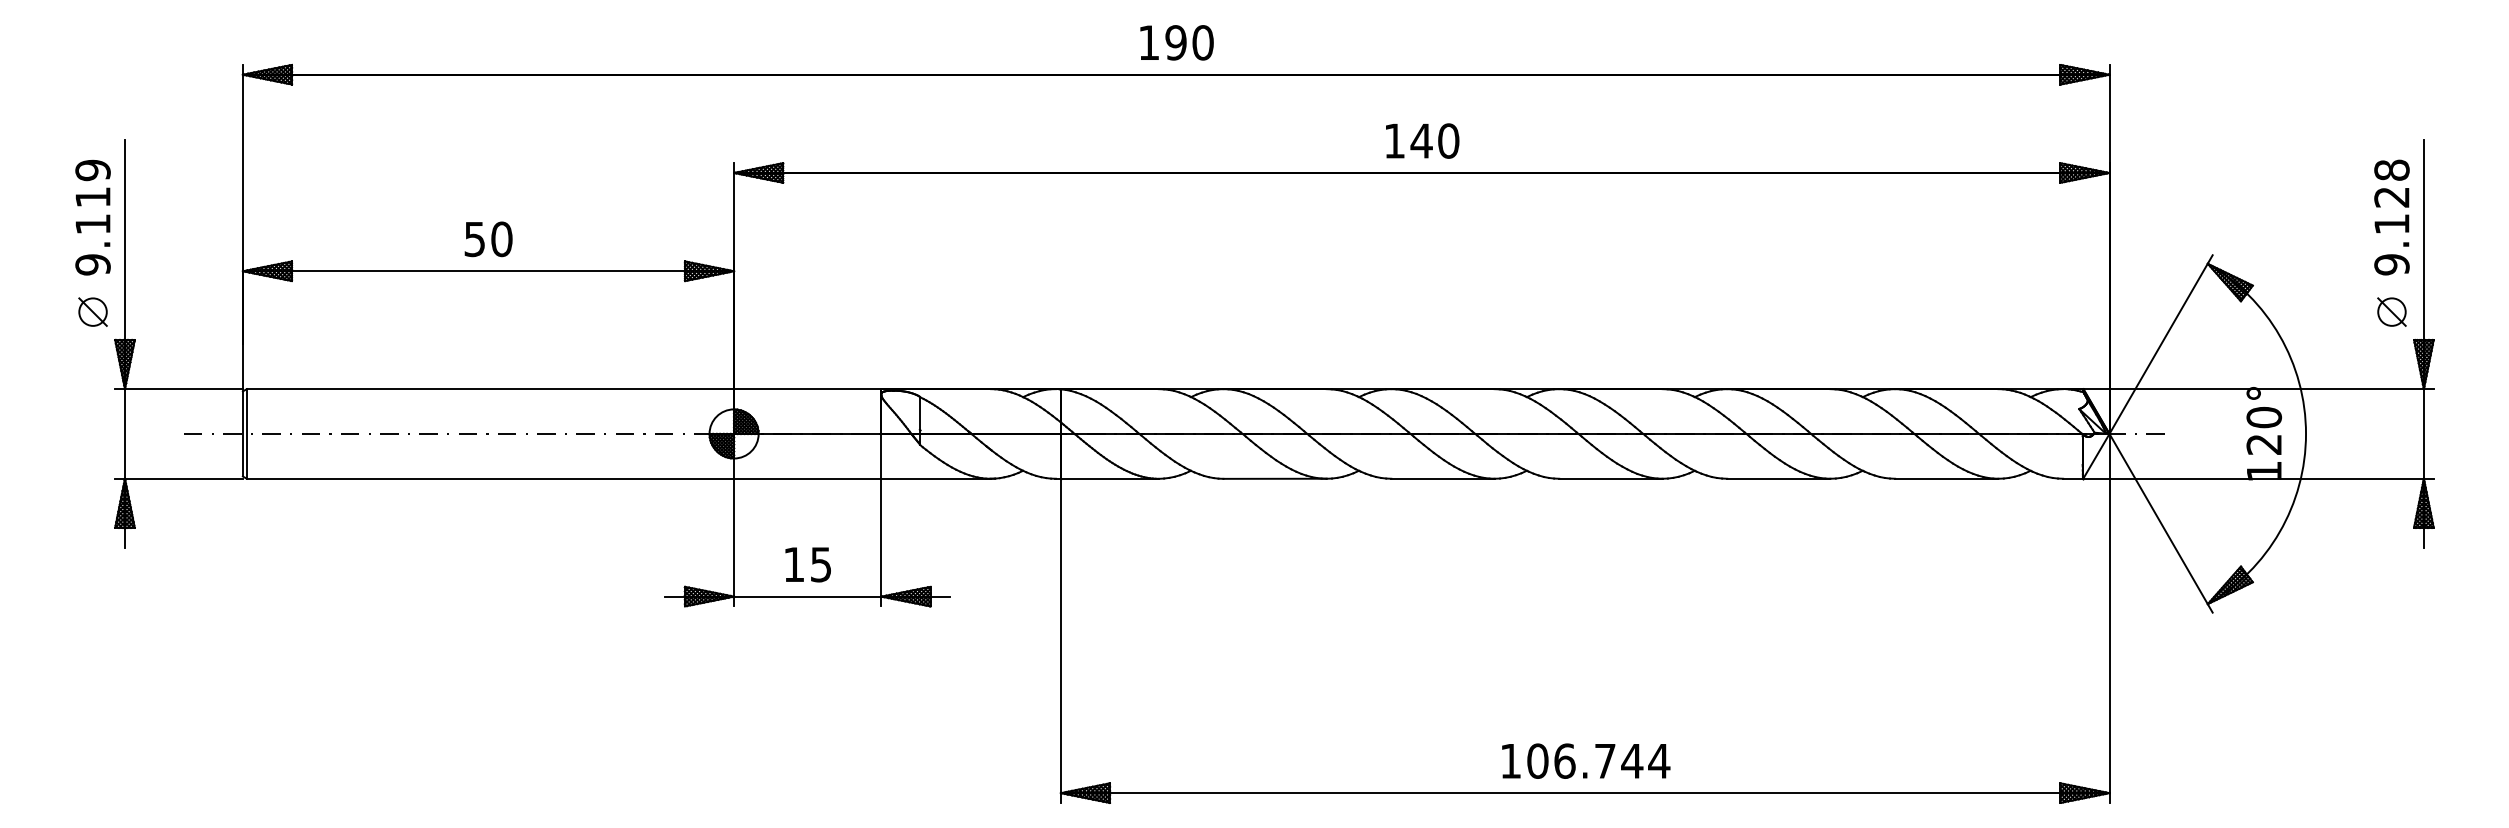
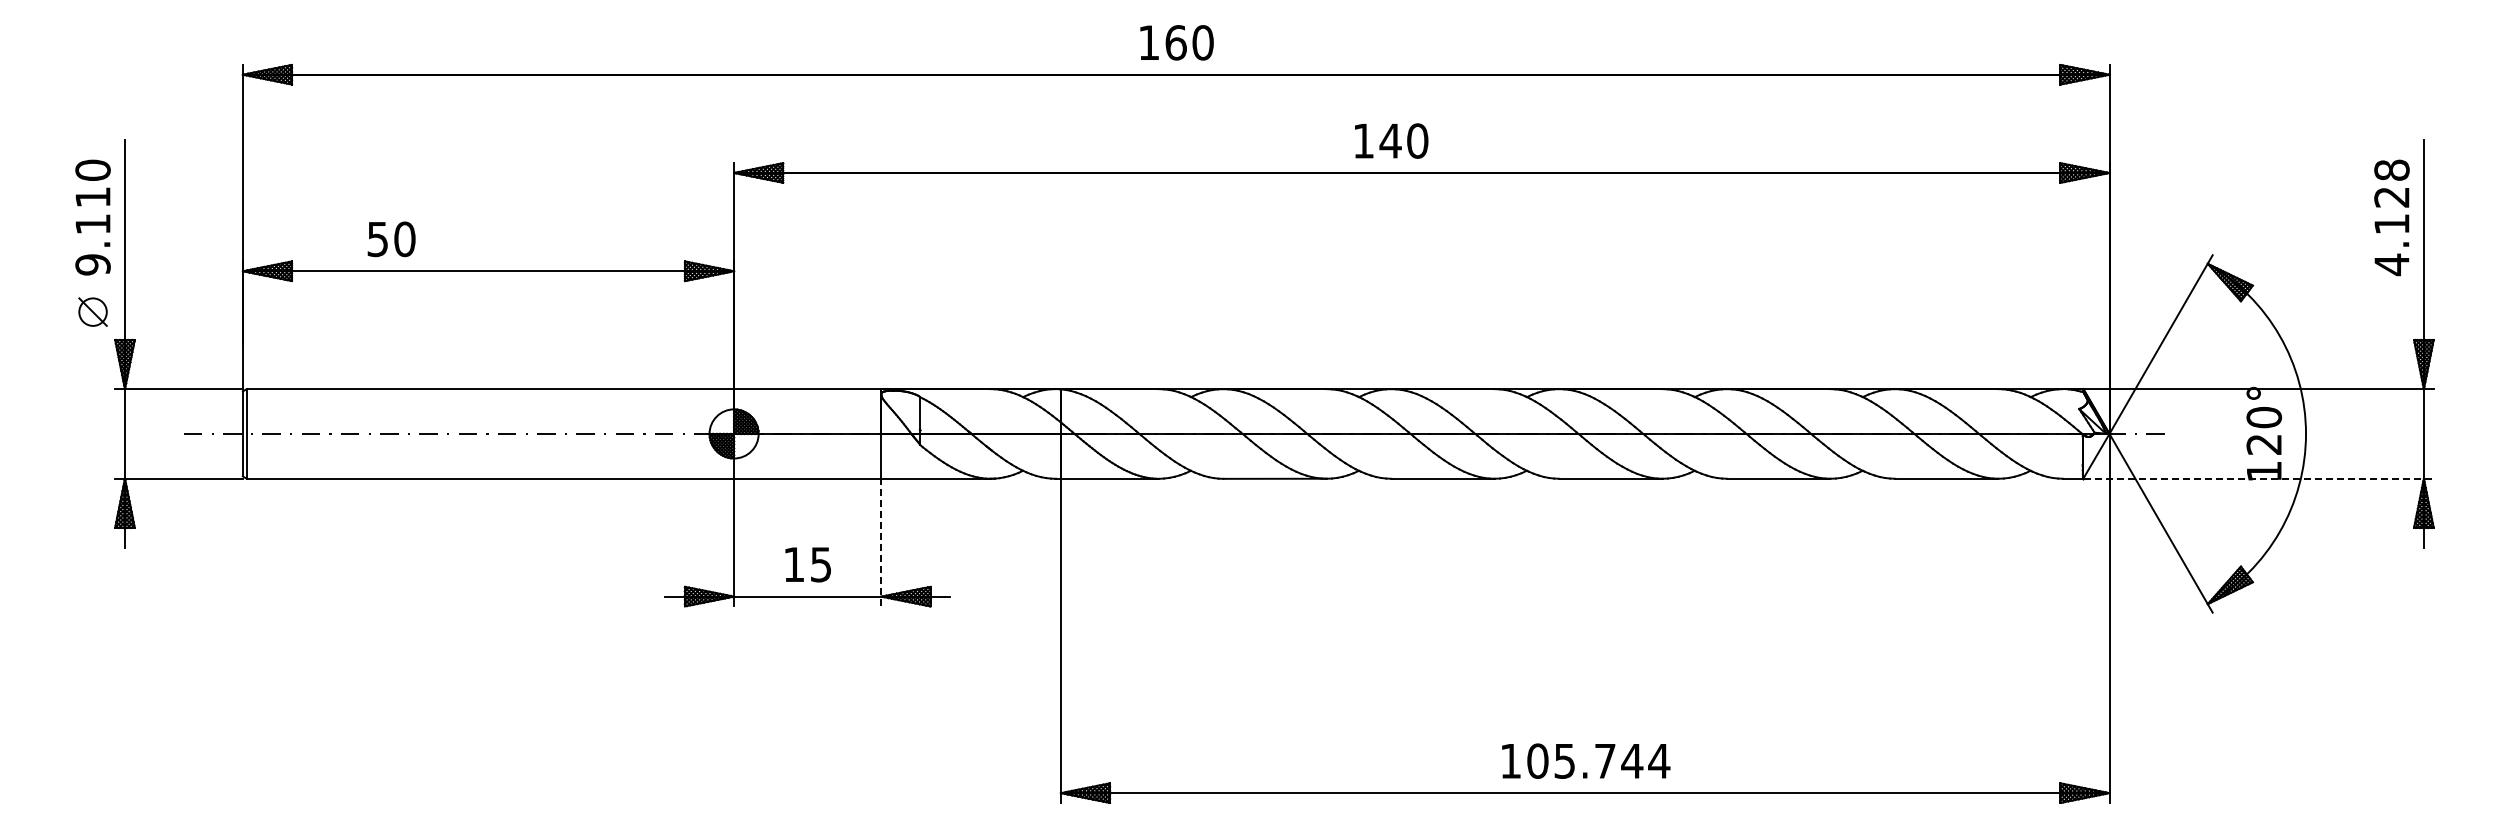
text at (1175, 42): 190 -> 160
text at (1422, 140) position: (1422, 140) -> (1391, 140)
text at (92, 170): 9.119 -> 9.110
text at (488, 239) position: (488, 239) -> (391, 239)
text at (2391, 264): 9.128 -> 4.128
part at (2391, 311): present -> none
line at (2259, 478): solid -> dashed
line at (881, 542): solid -> dashed
text at (1564, 760): 106.744 -> 105.744
